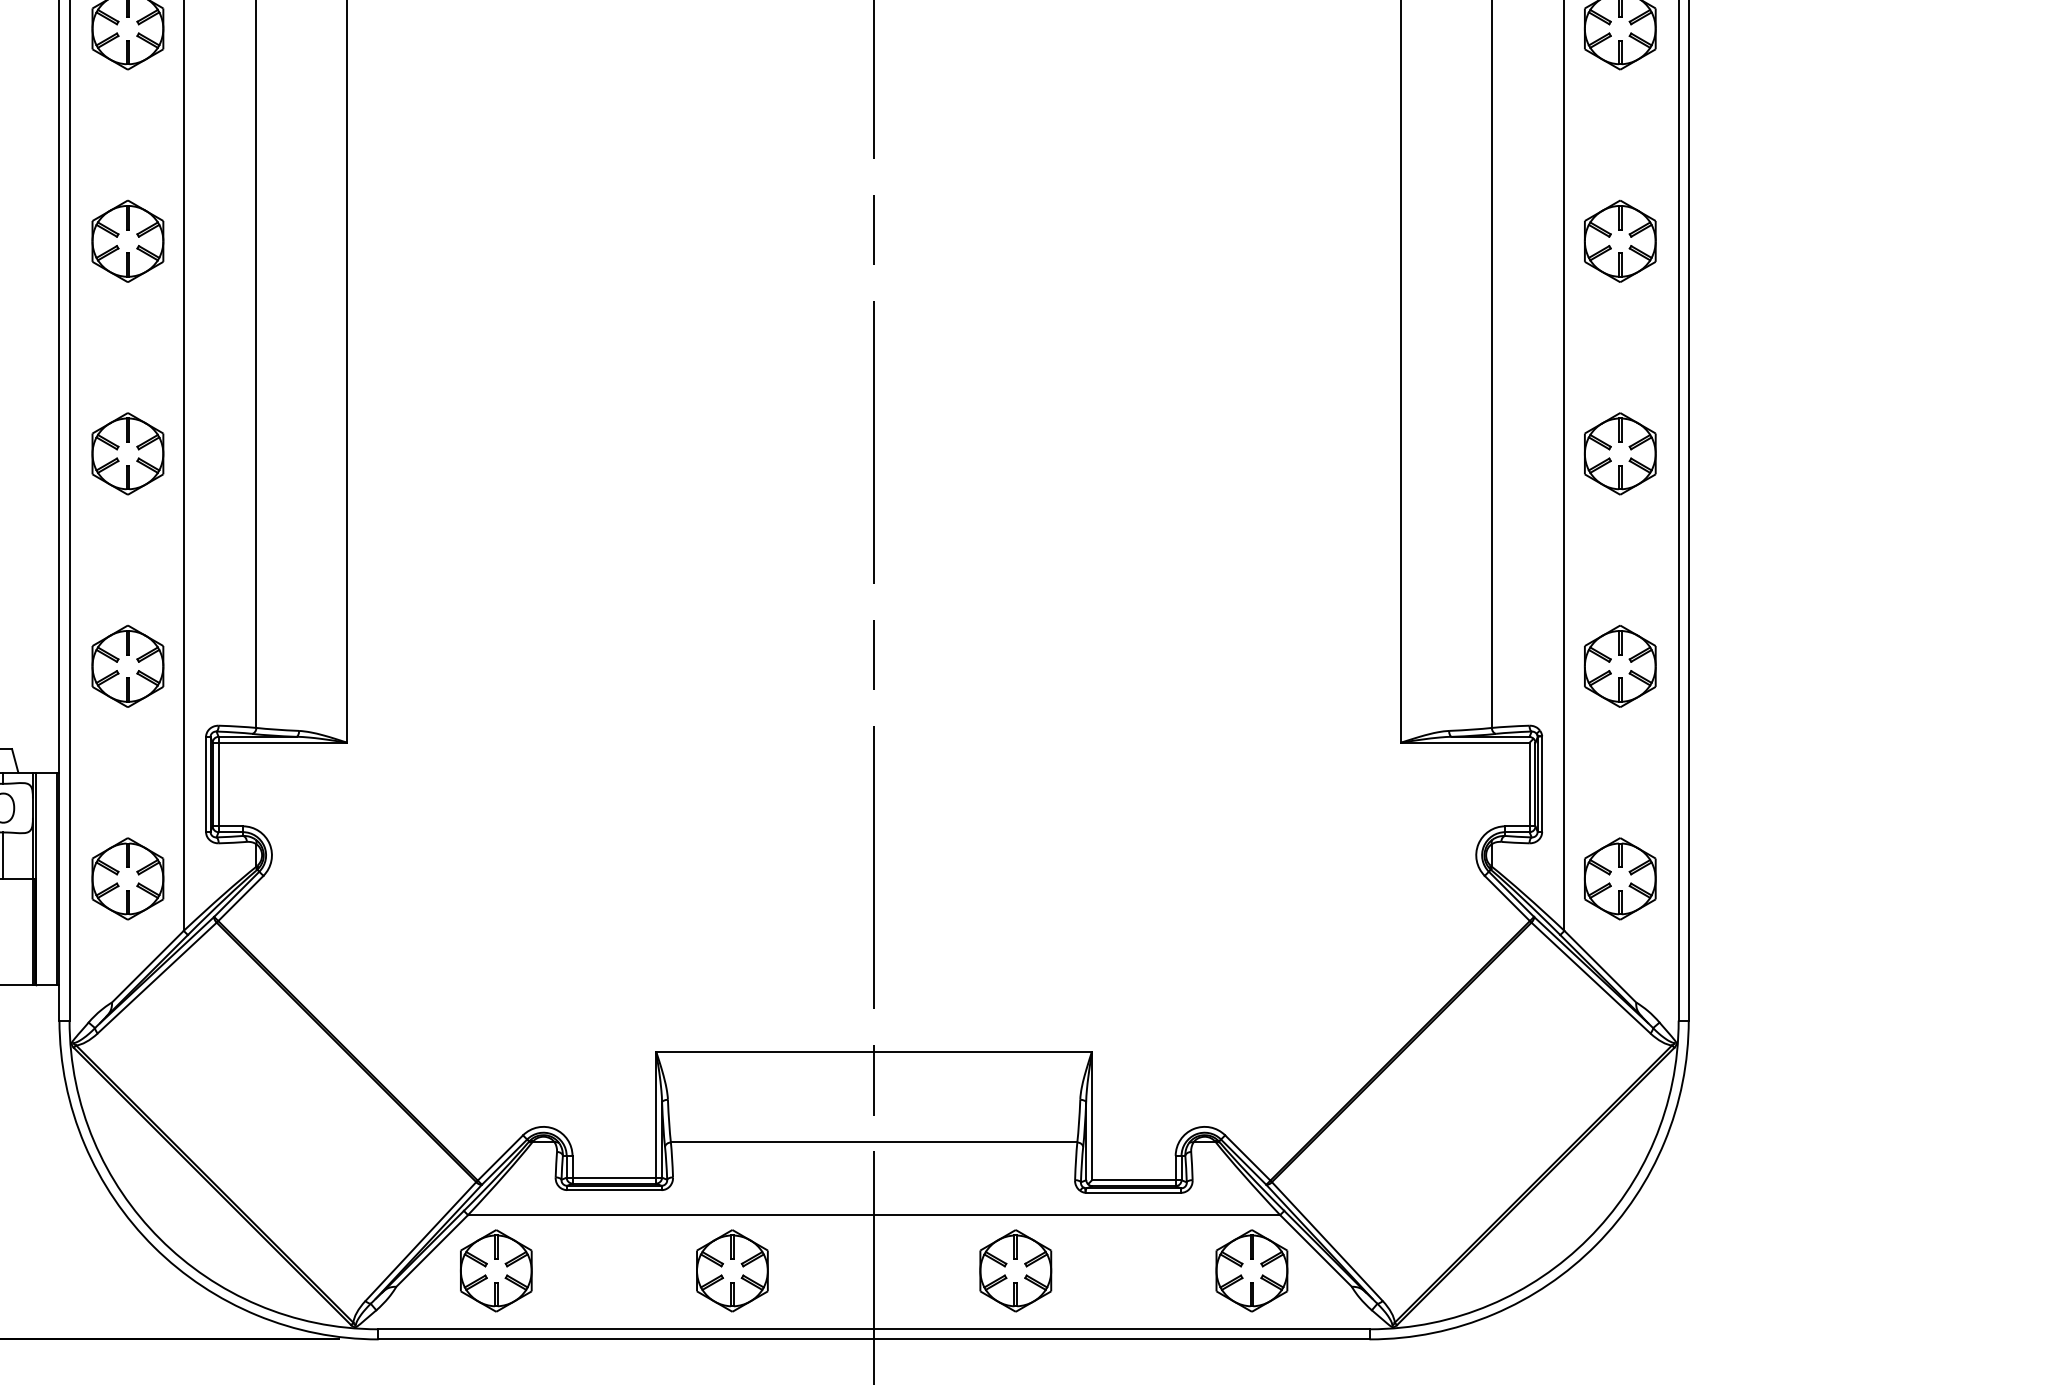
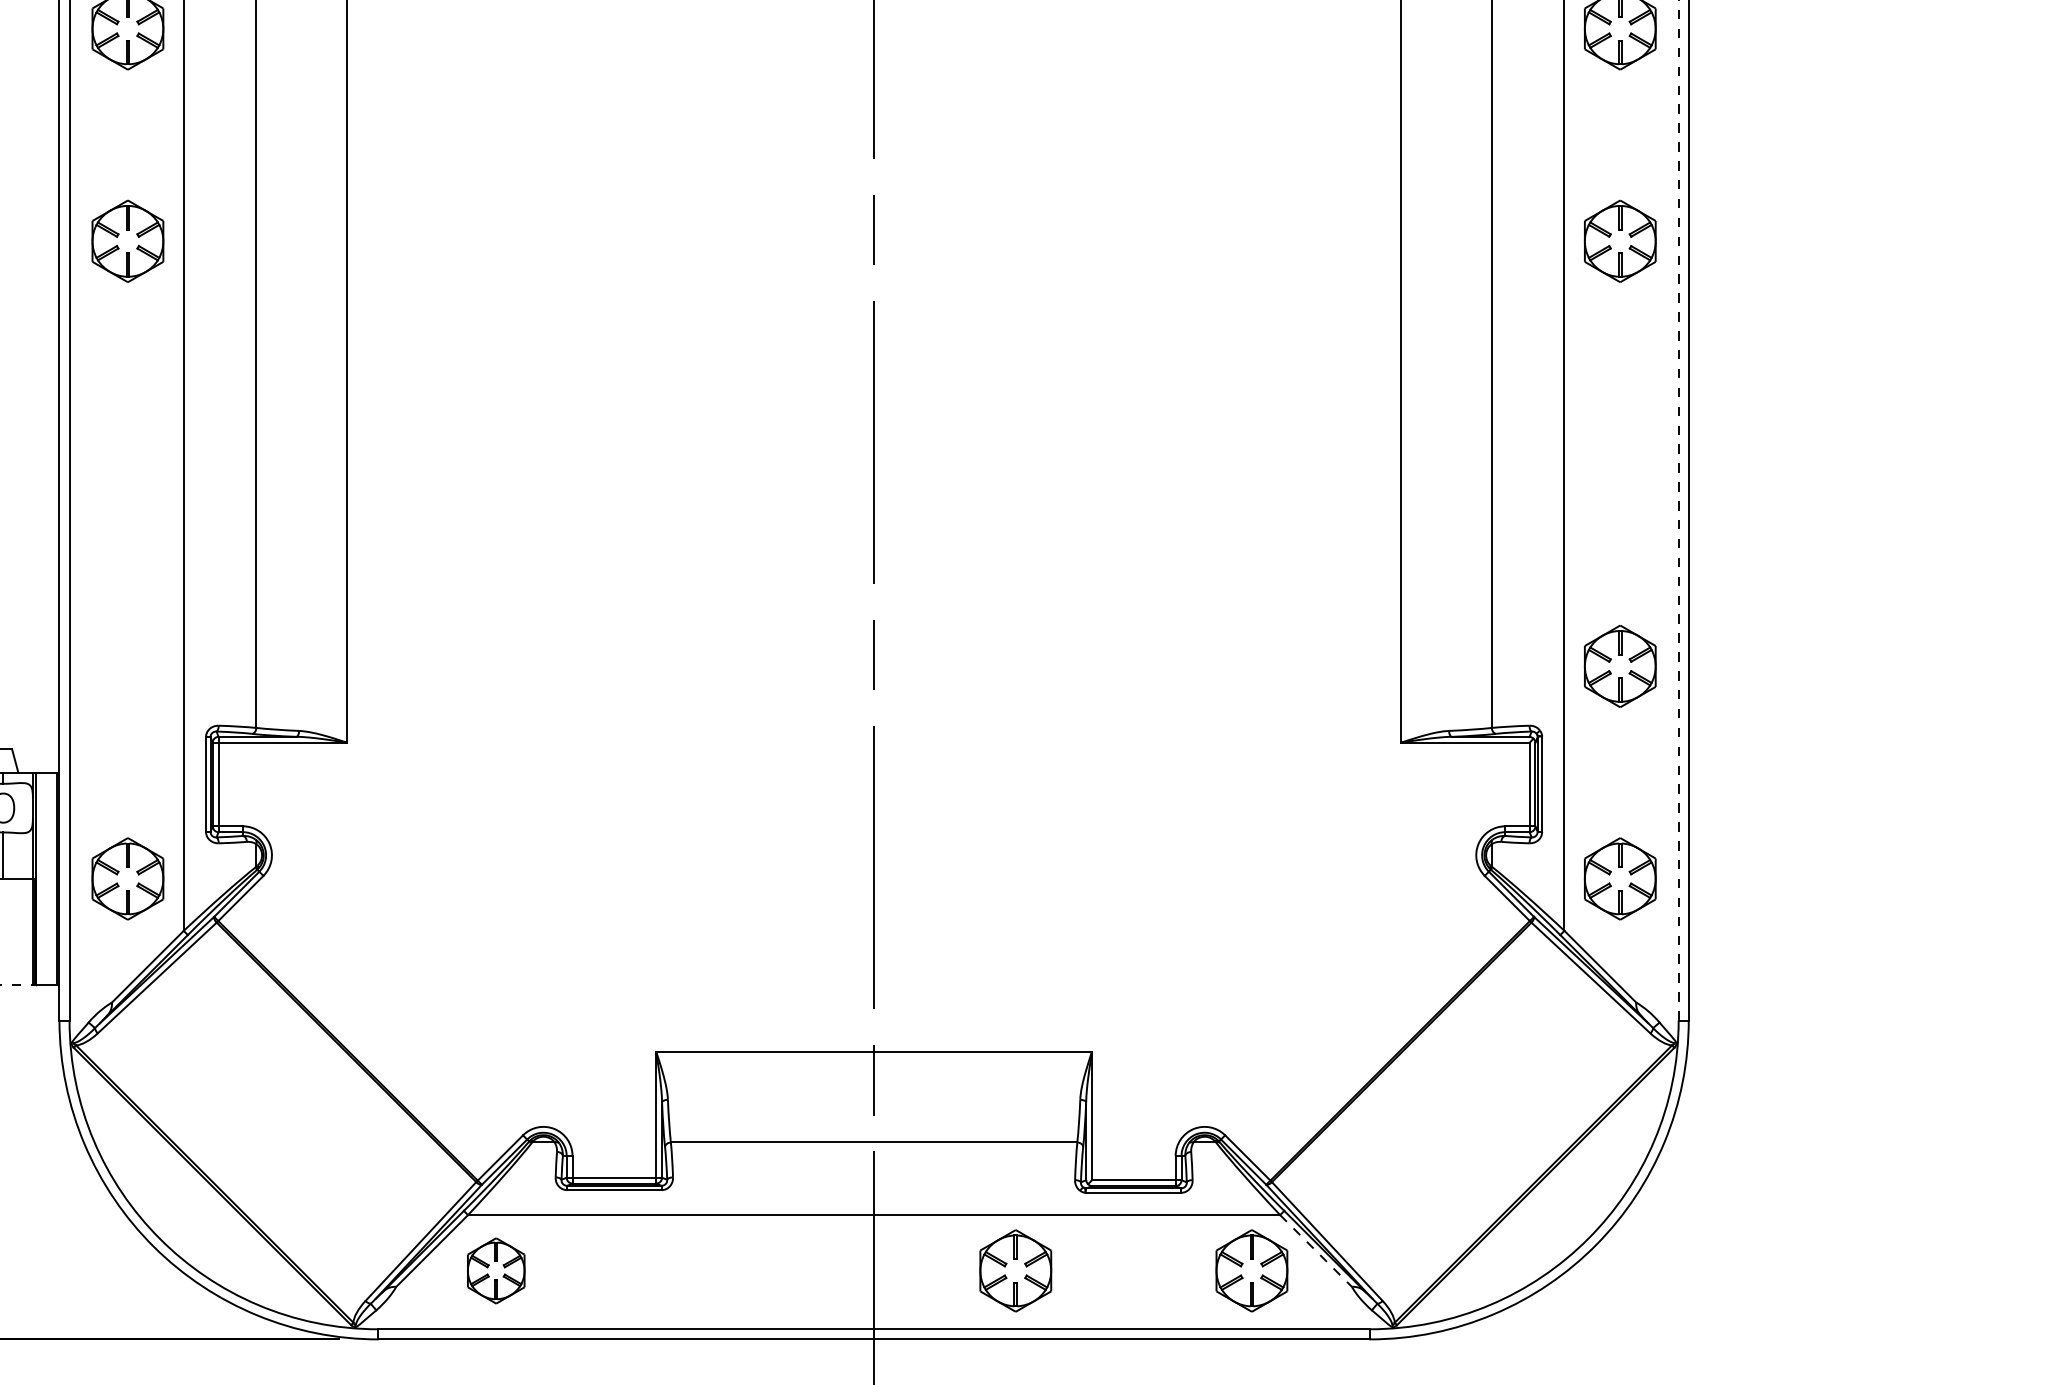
part at (127, 453): present -> none
part at (1619, 453): present -> none
line at (1678, 510): solid -> dashed
part at (127, 666): present -> none
line at (16, 985): solid -> dashed
line at (1316, 1250): solid -> dashed
part at (495, 1270) size: 74x84 px -> 59x68 px
part at (732, 1270): present -> none
